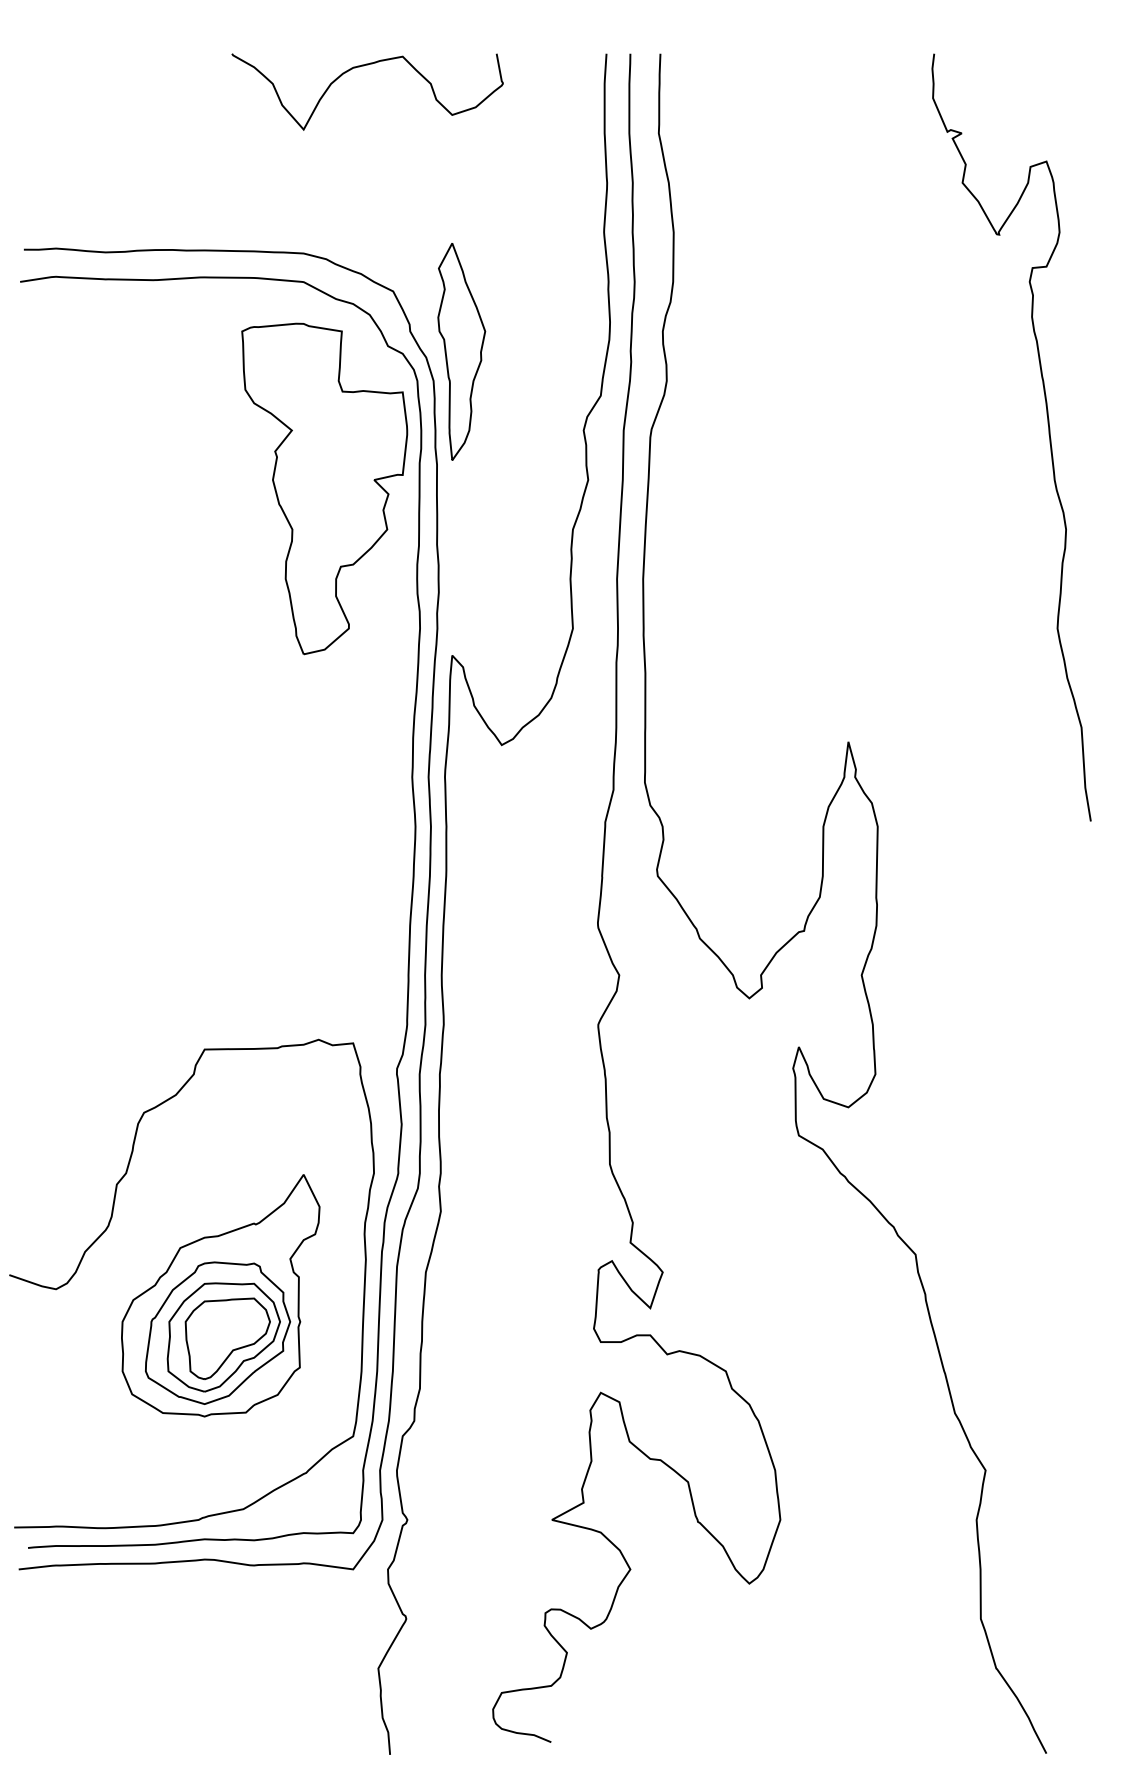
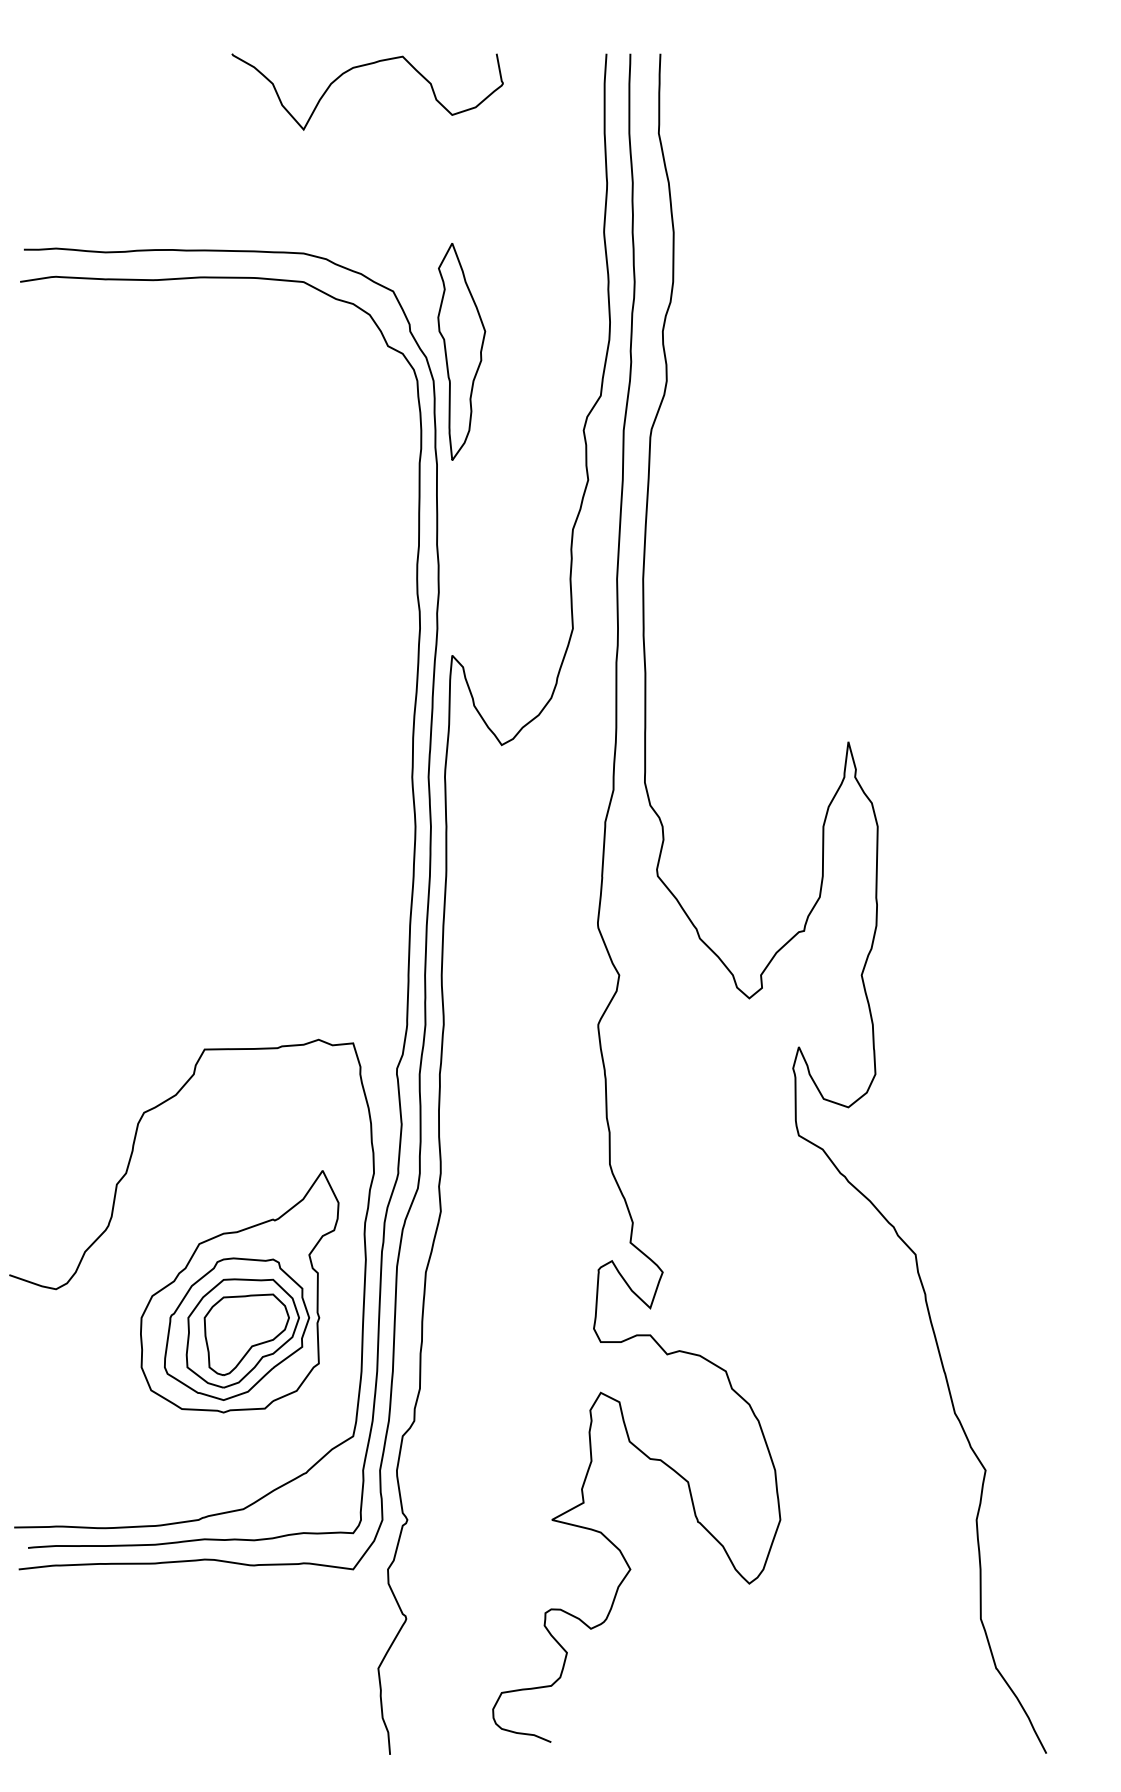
curve at (1048, 434): present -> none
part at (324, 488): present -> none
part at (220, 1295) position: (220, 1295) -> (239, 1291)
